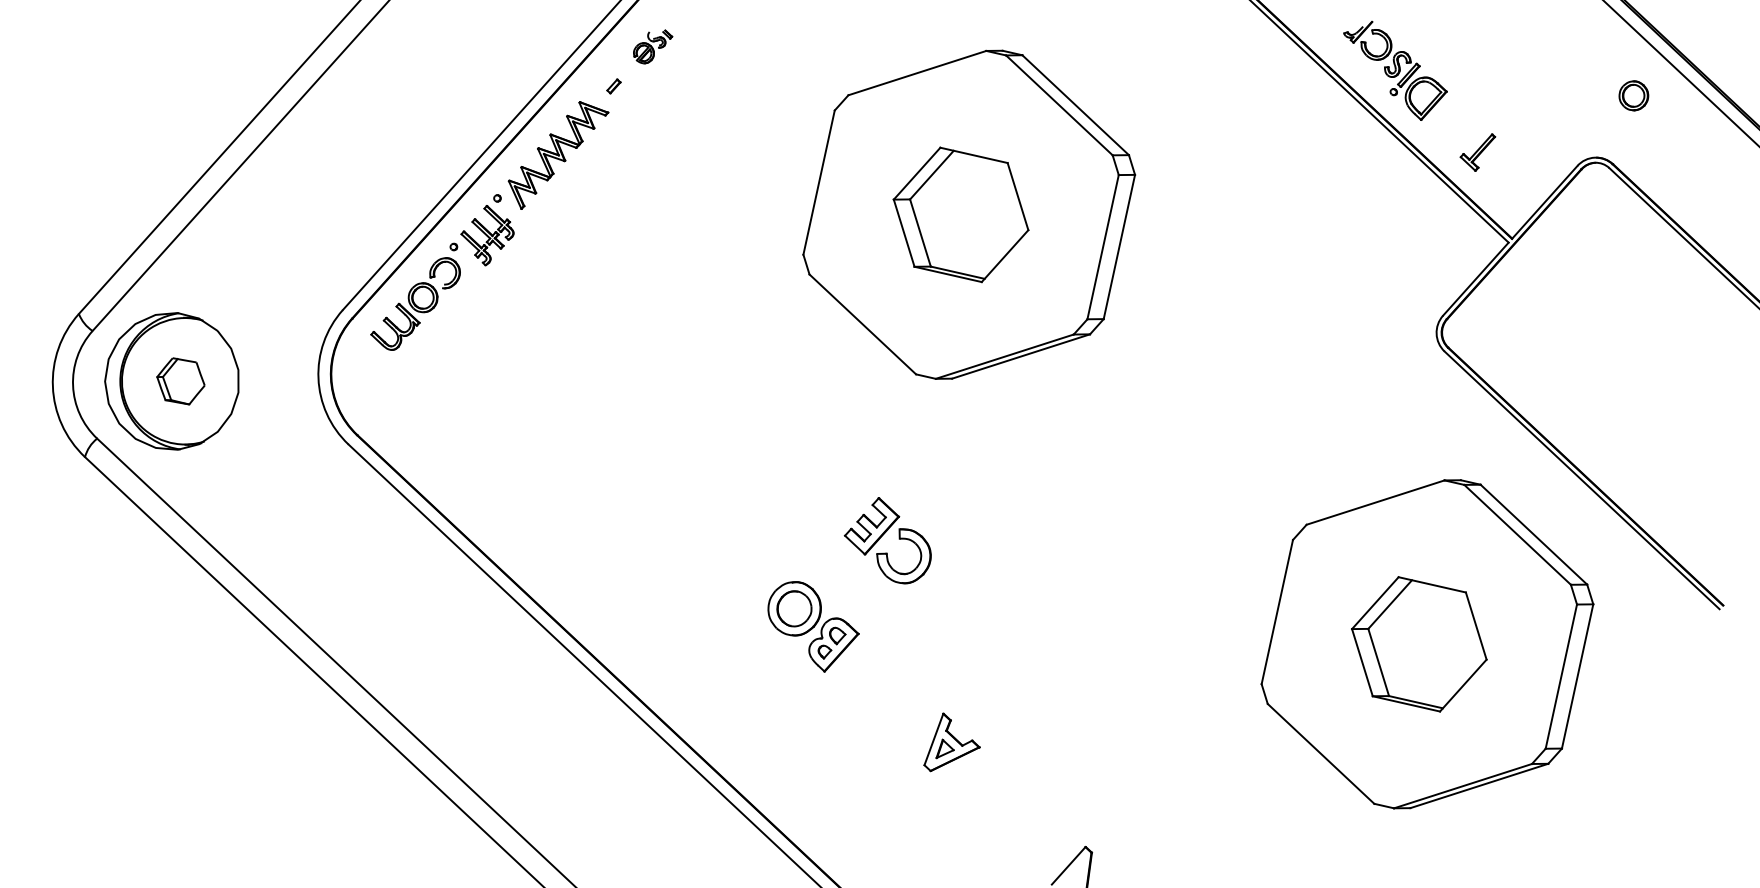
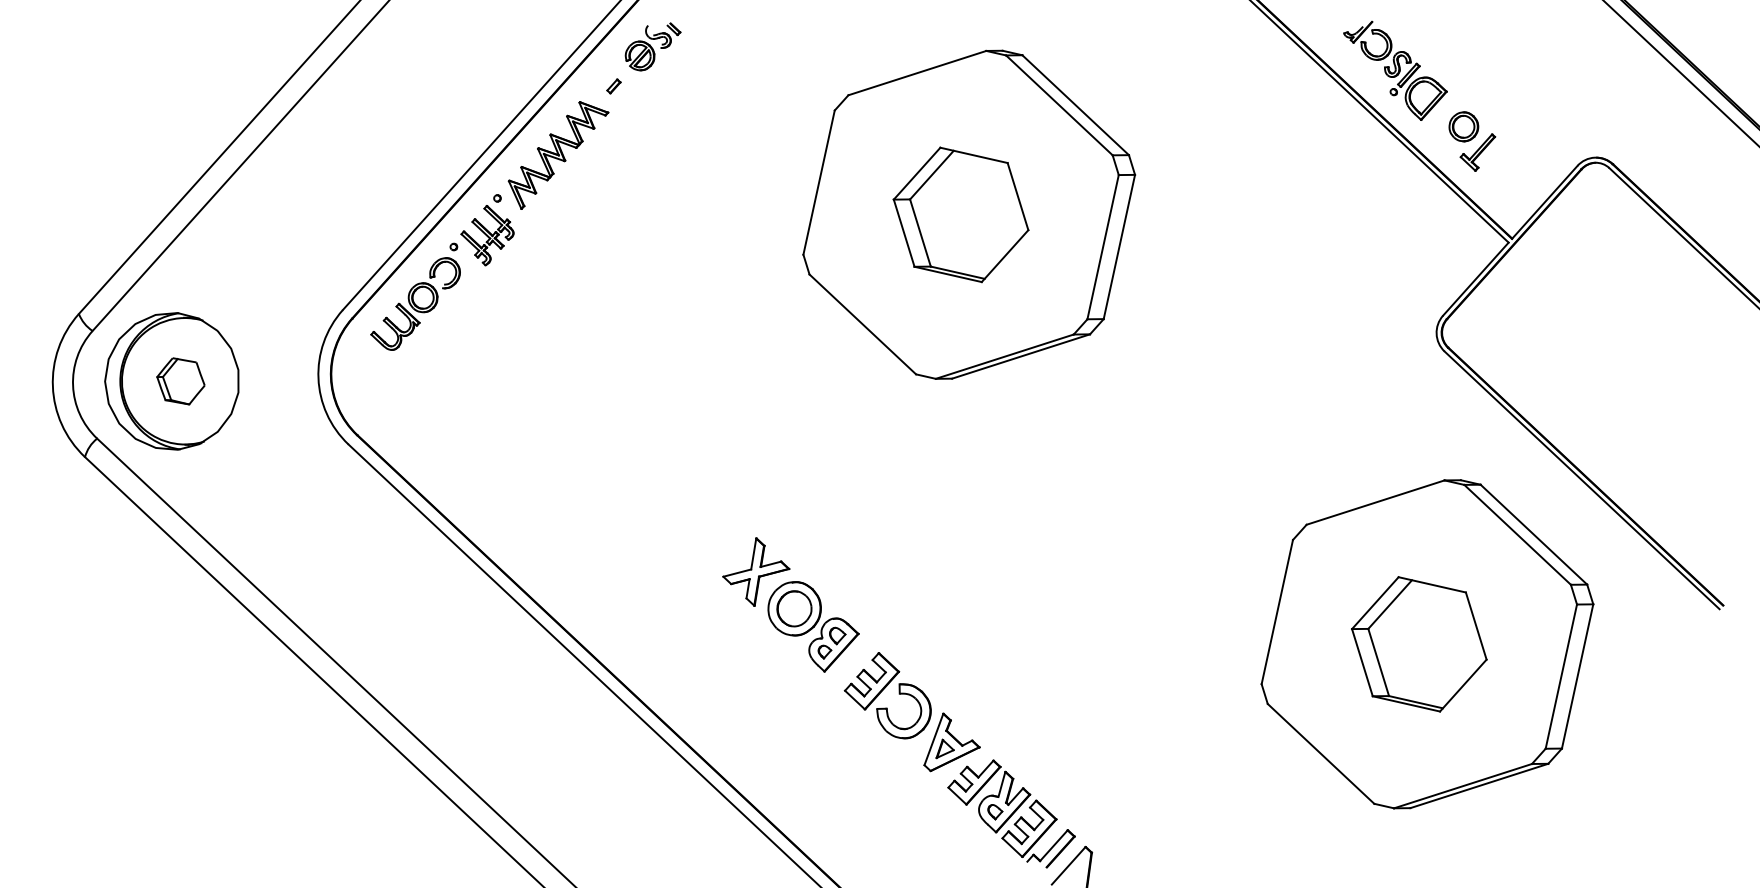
part at (653, 46) size: 41x36 px -> 58x50 px
part at (1633, 95) position: (1633, 95) -> (1463, 126)
part at (883, 535) position: (883, 535) -> (883, 690)
part at (756, 571): none -> present
part at (1011, 813): none -> present
